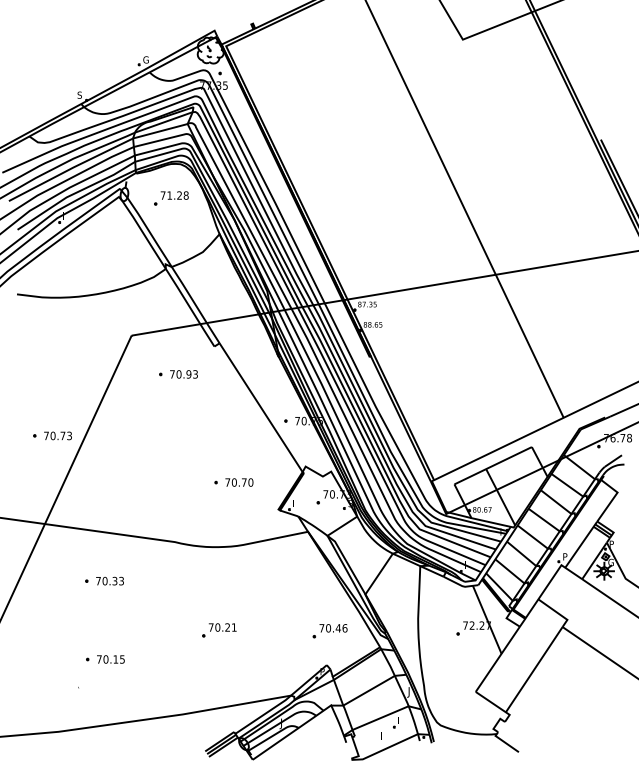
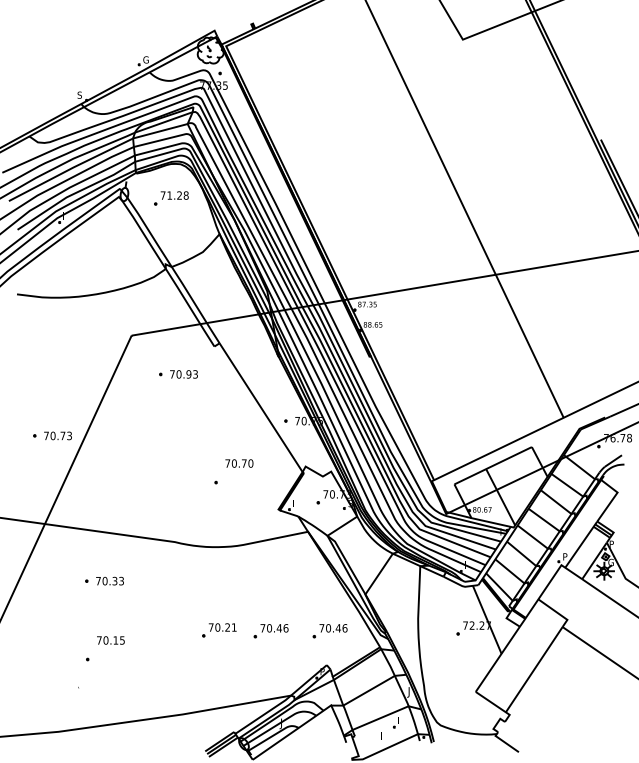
text at (239, 482) position: (239, 482) -> (239, 463)
part at (270, 631): none -> present
text at (110, 659) position: (110, 659) -> (110, 640)
